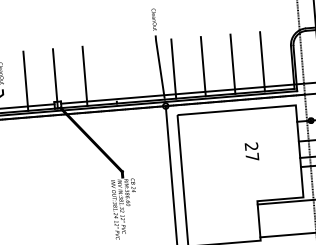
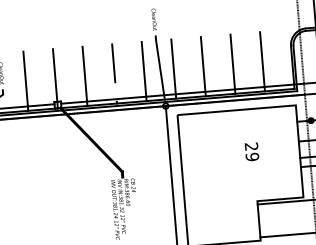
line at (113, 63): none -> present
line at (143, 71): none -> present
text at (252, 156): 27 -> 29
